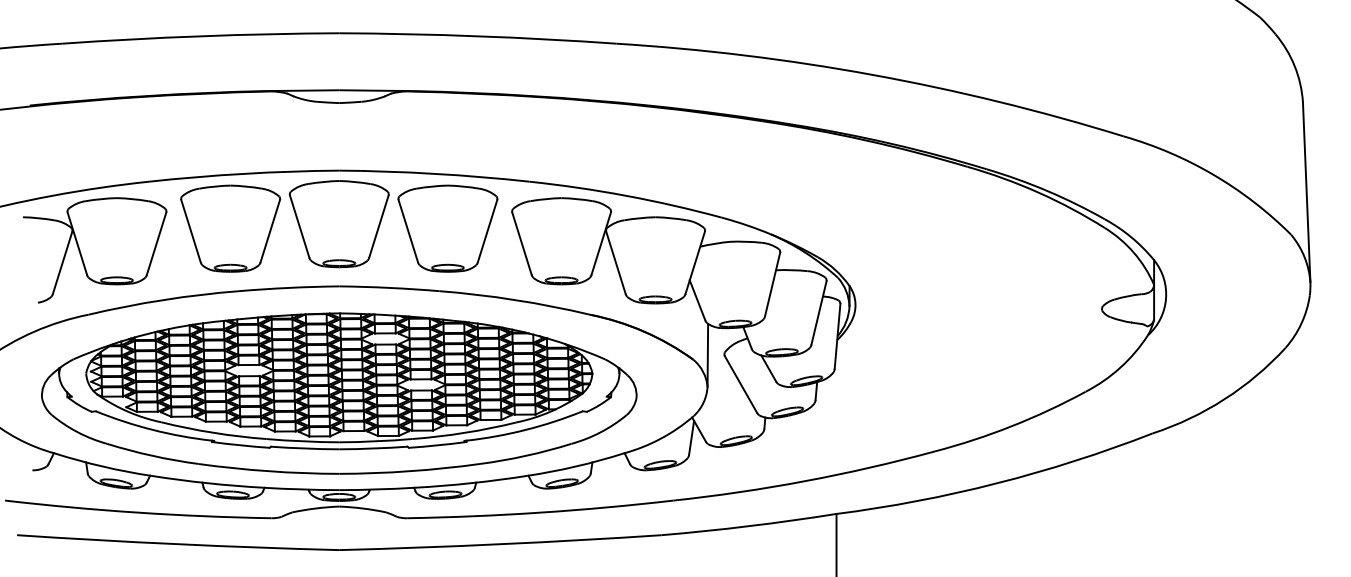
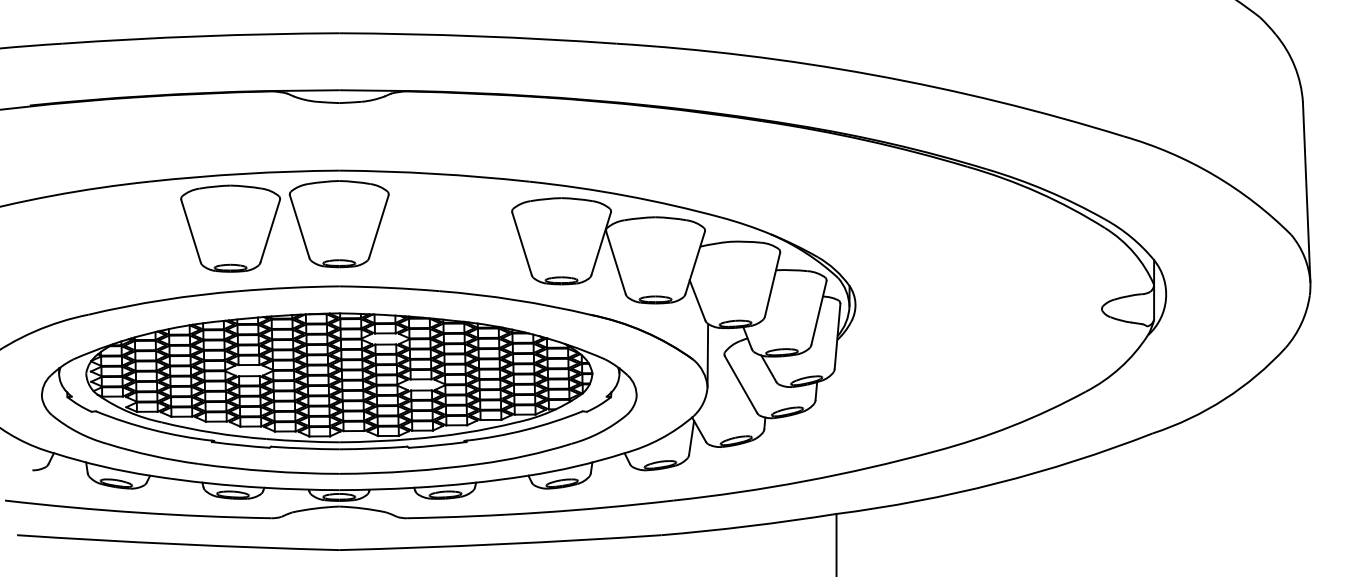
part at (447, 228): present -> none
part at (95, 250): present -> none
